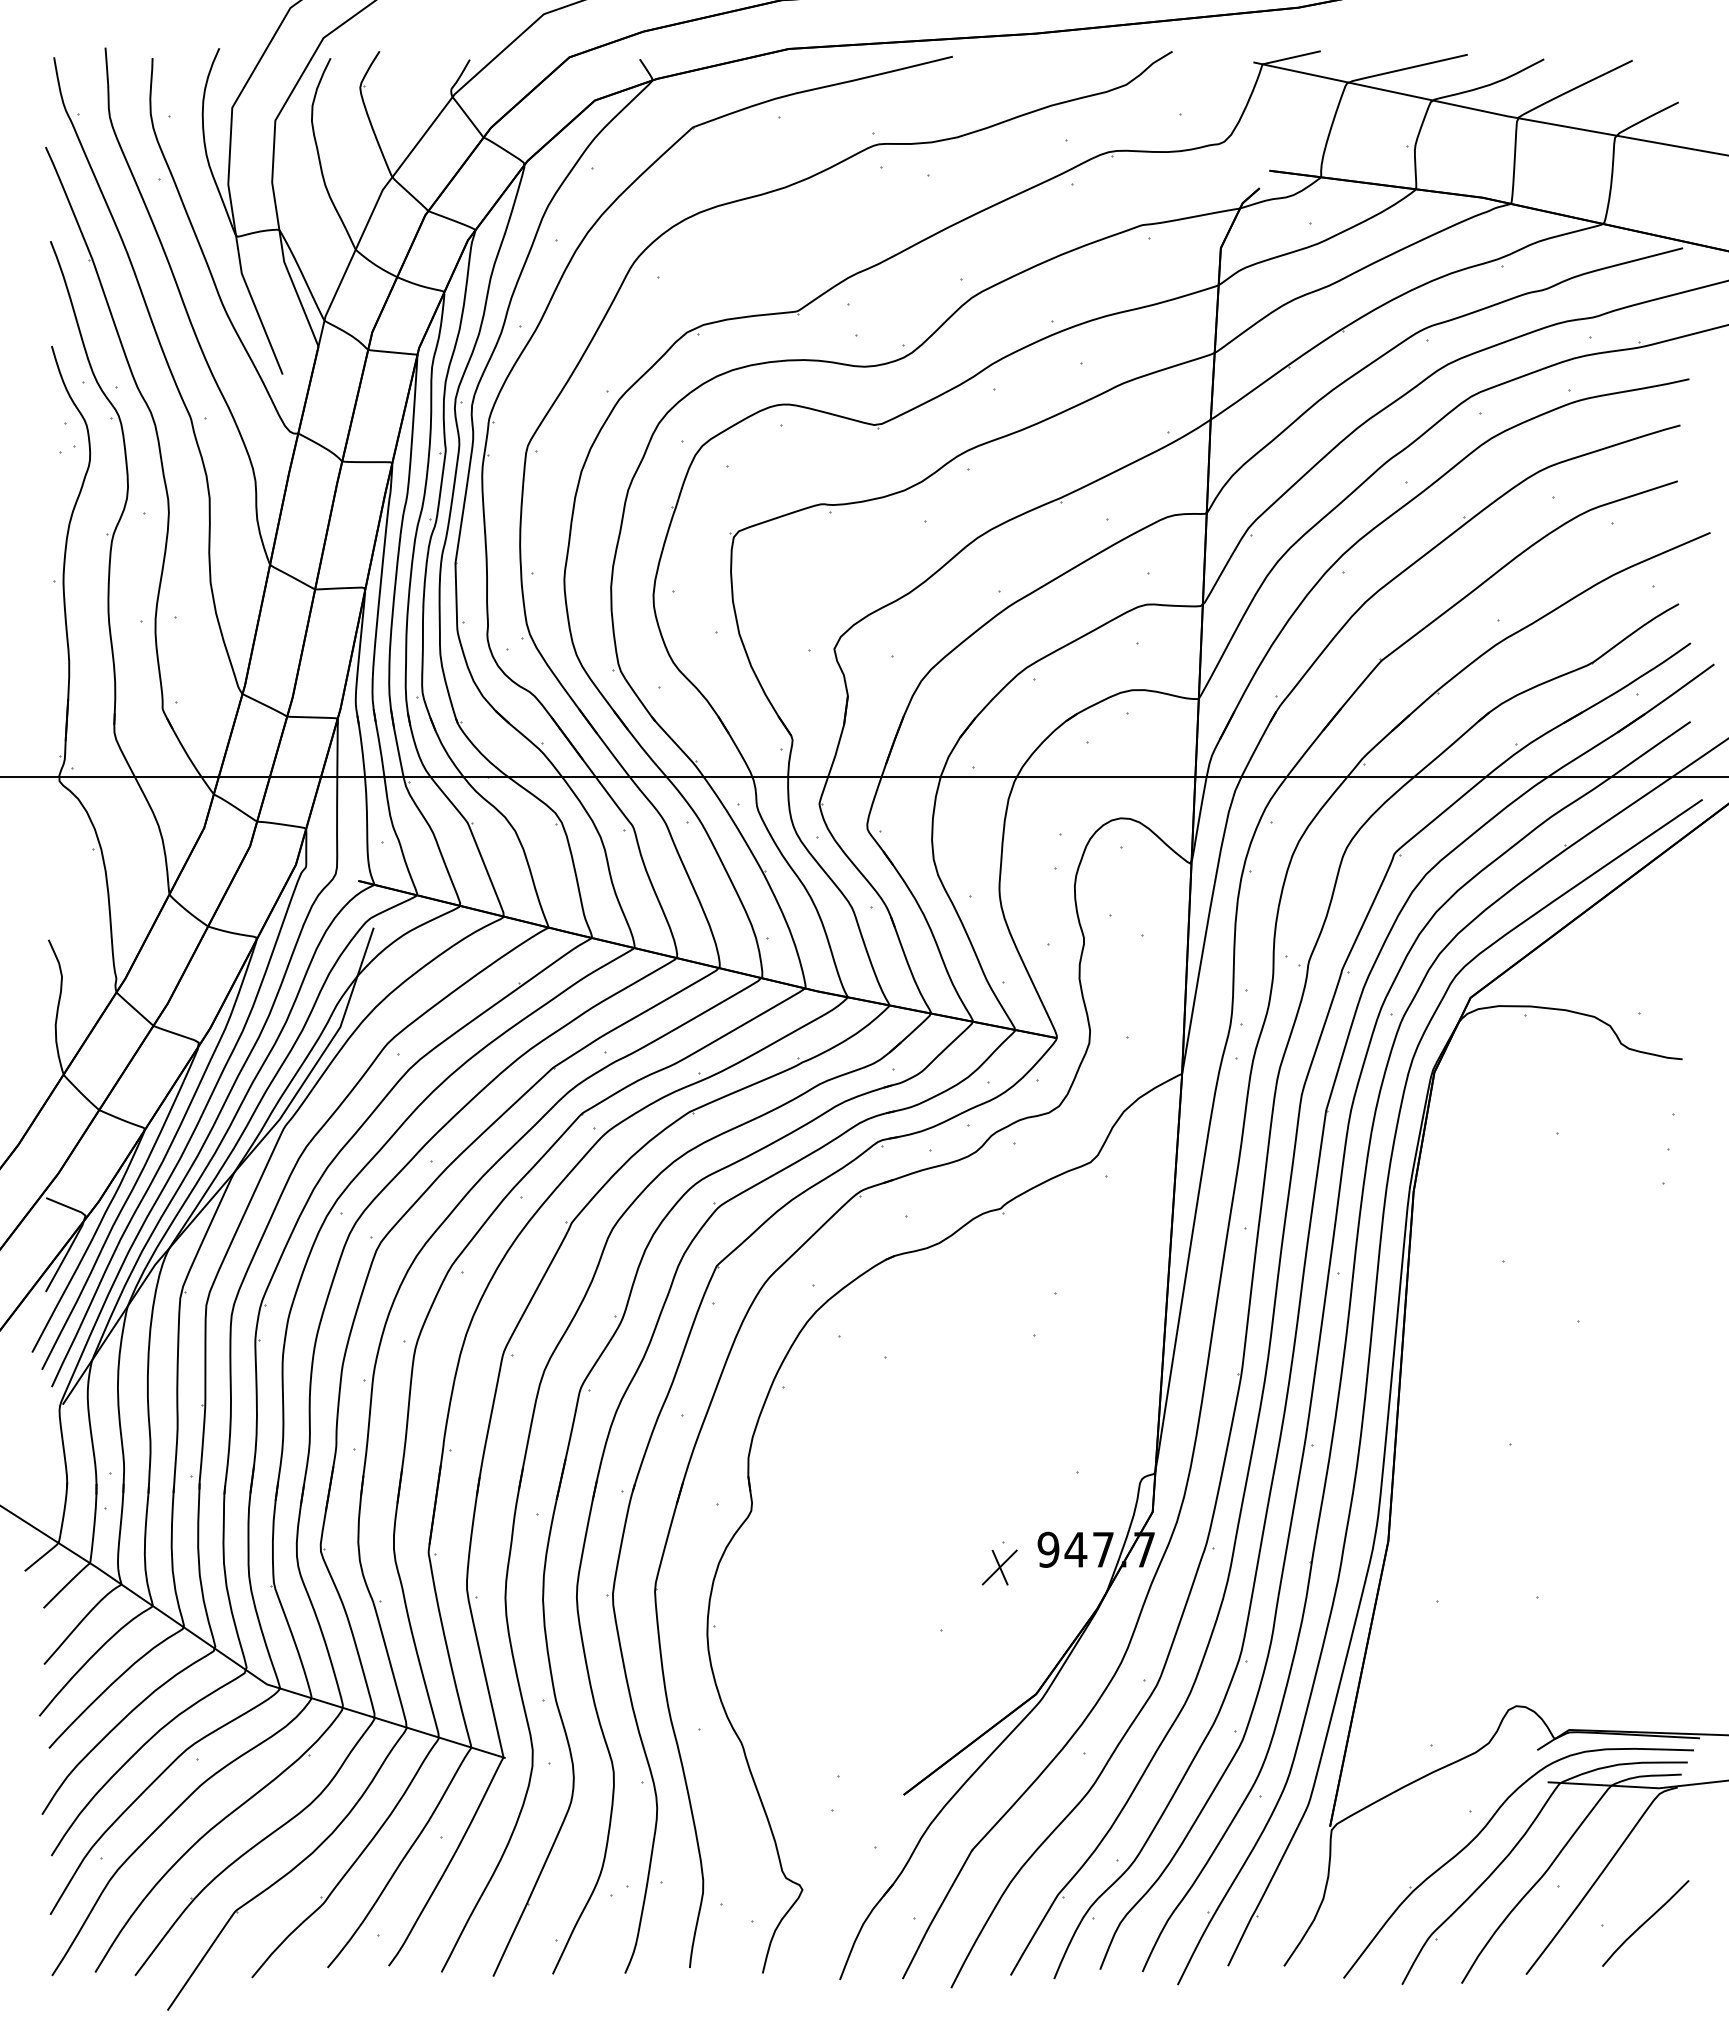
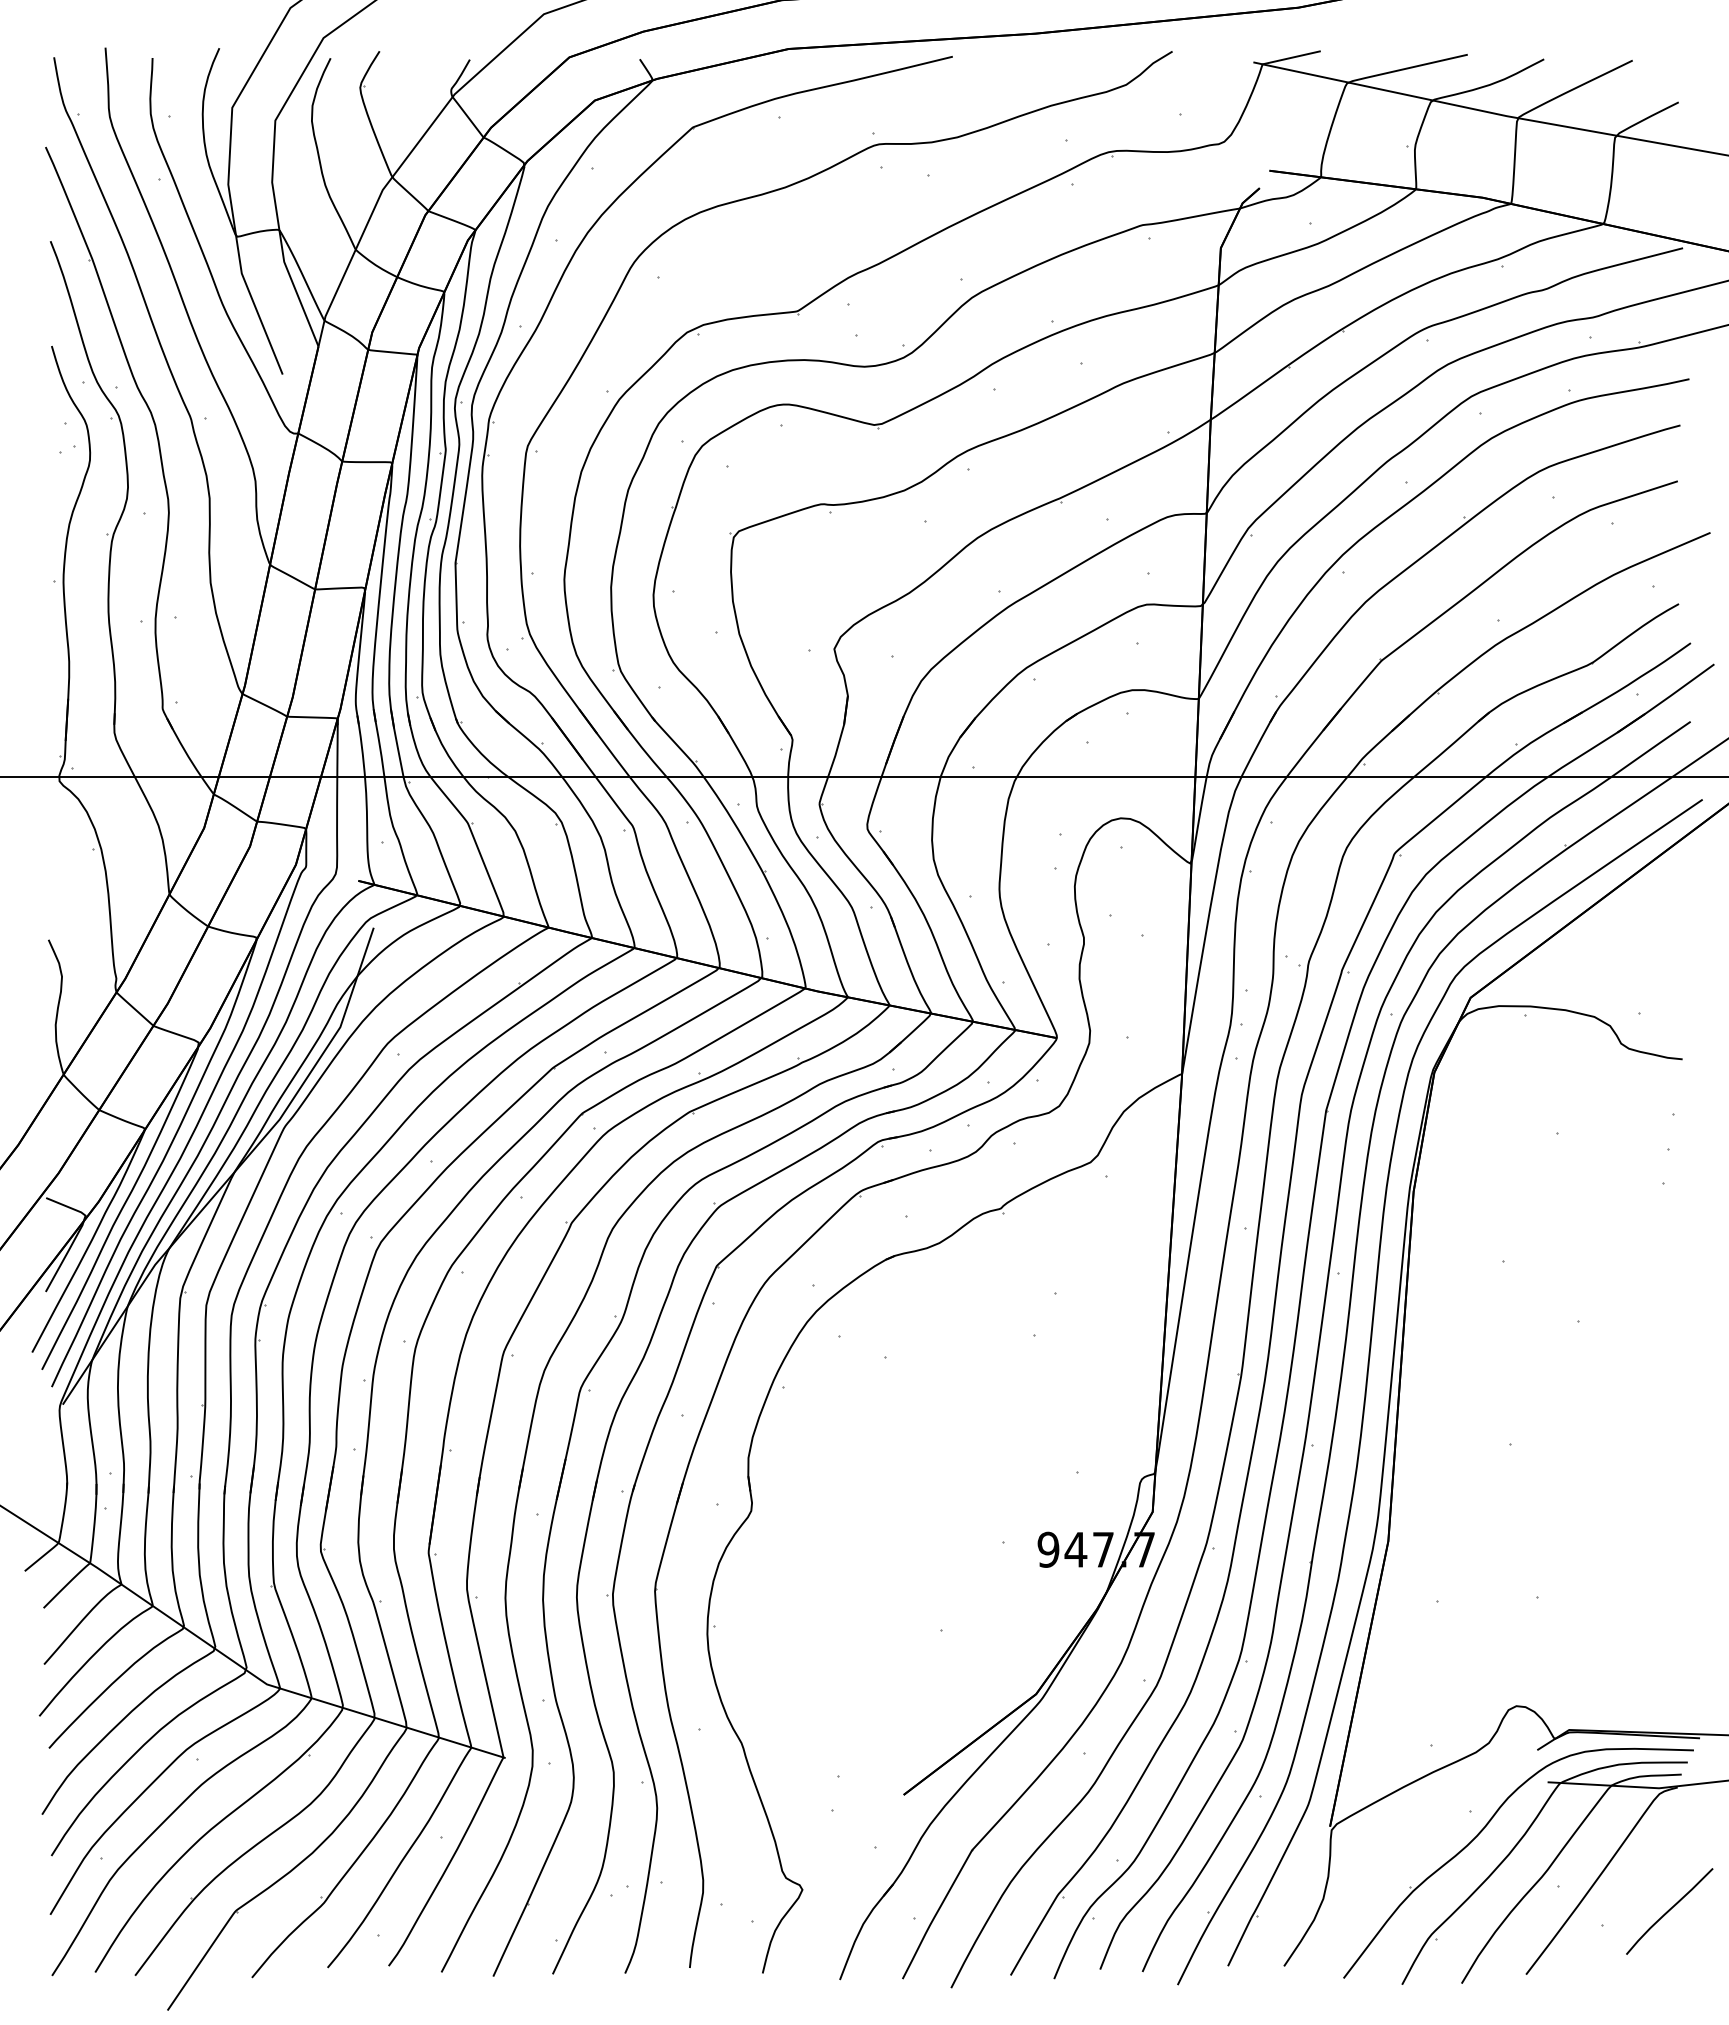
part at (999, 1567): present -> none
curve at (1645, 1923) position: (1645, 1923) -> (1669, 1911)
